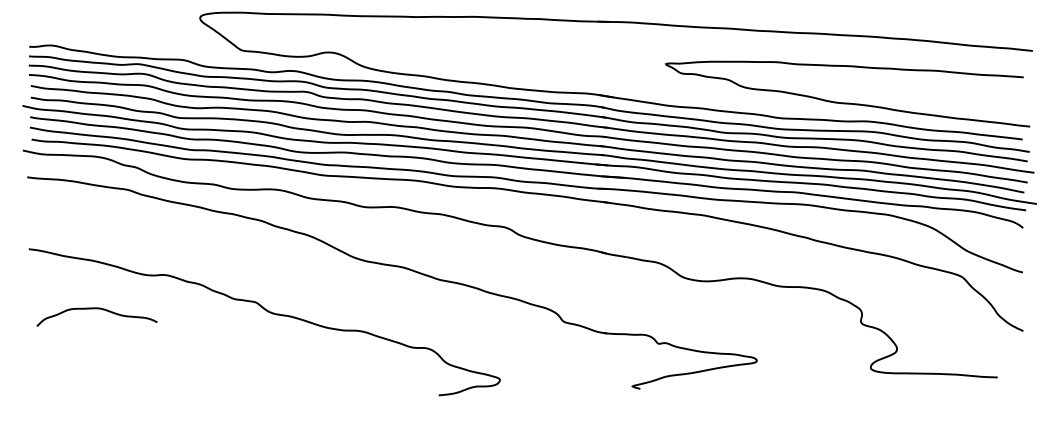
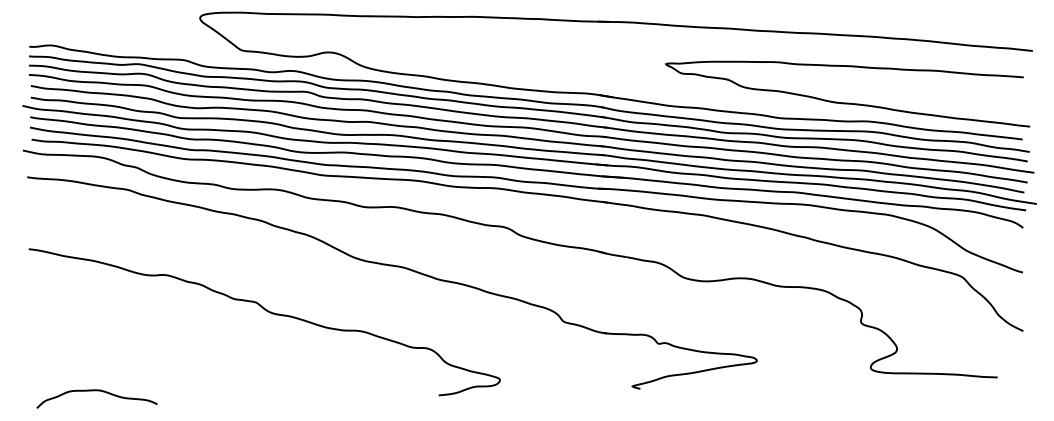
curve at (96, 309) position: (96, 309) -> (96, 391)
